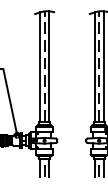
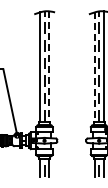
line at (49, 67): solid -> dashed
line at (94, 67): solid -> dashed
